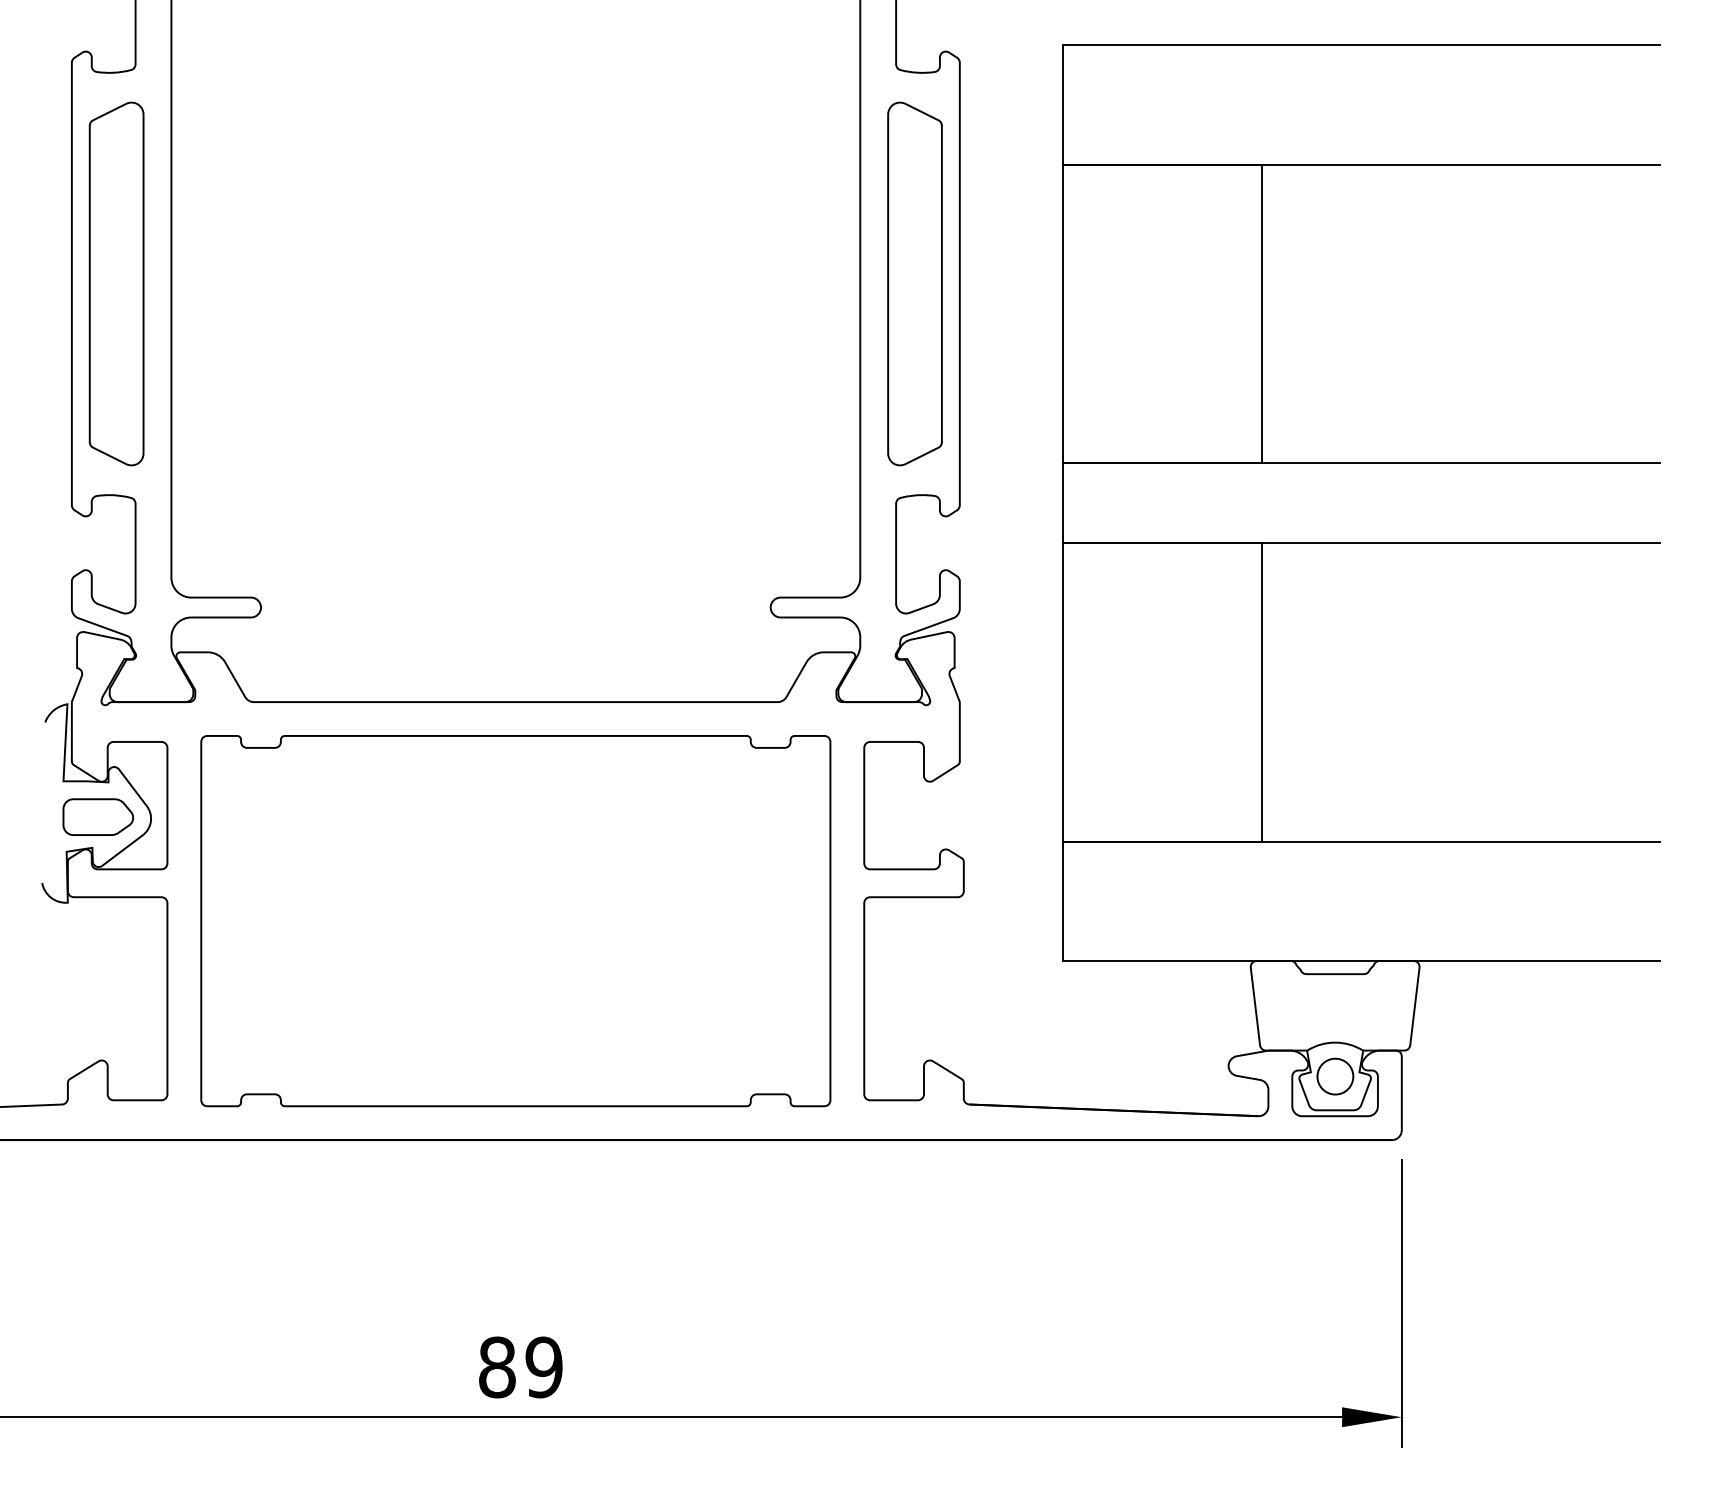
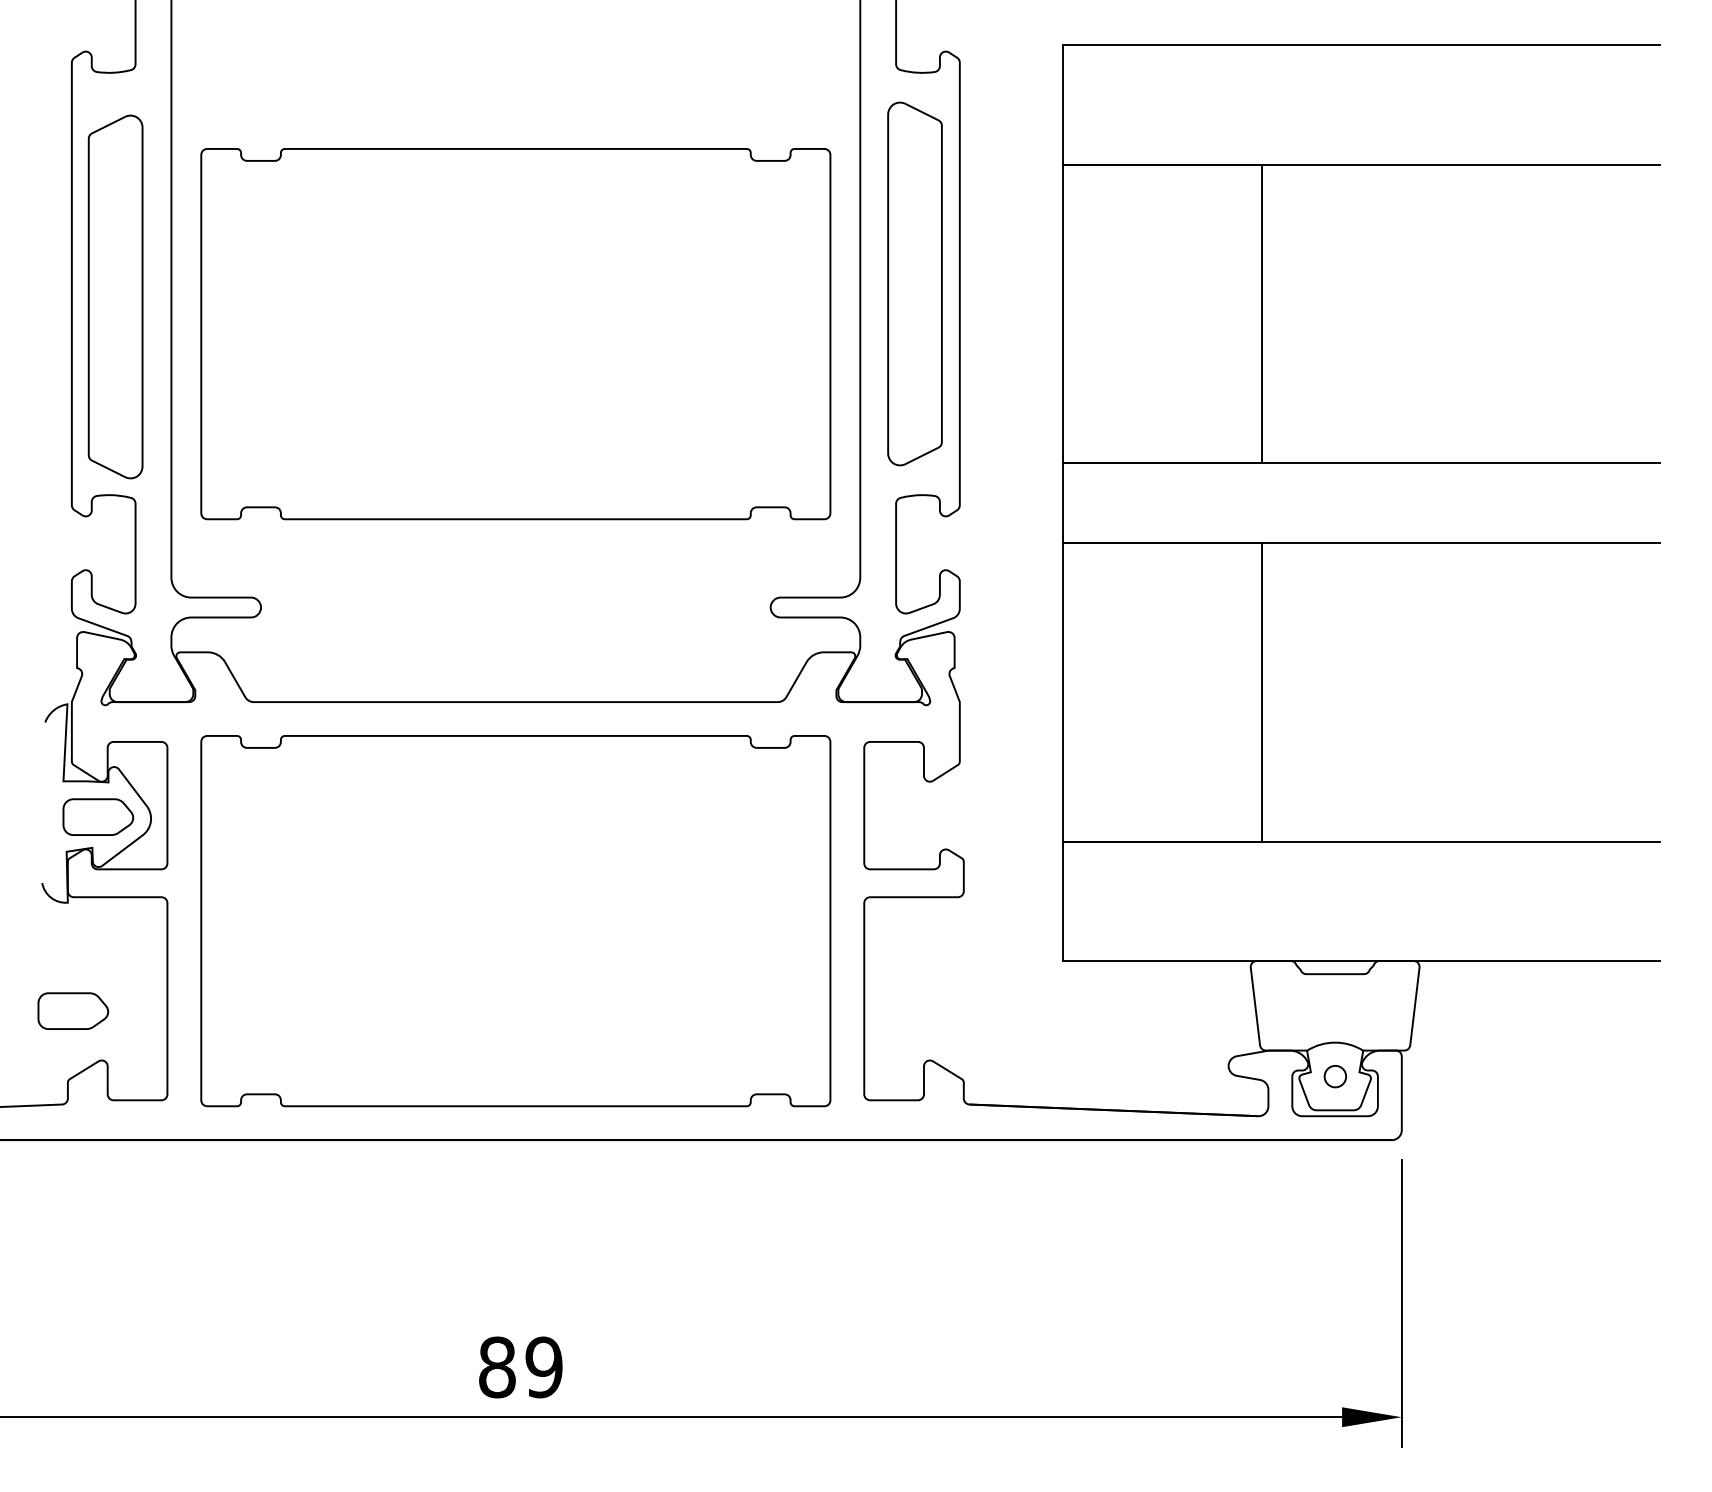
part at (116, 283) position: (116, 283) -> (115, 296)
part at (515, 334): none -> present
part at (73, 1010): none -> present
circle at (1335, 1076) diameter: 36 px -> 22 px
